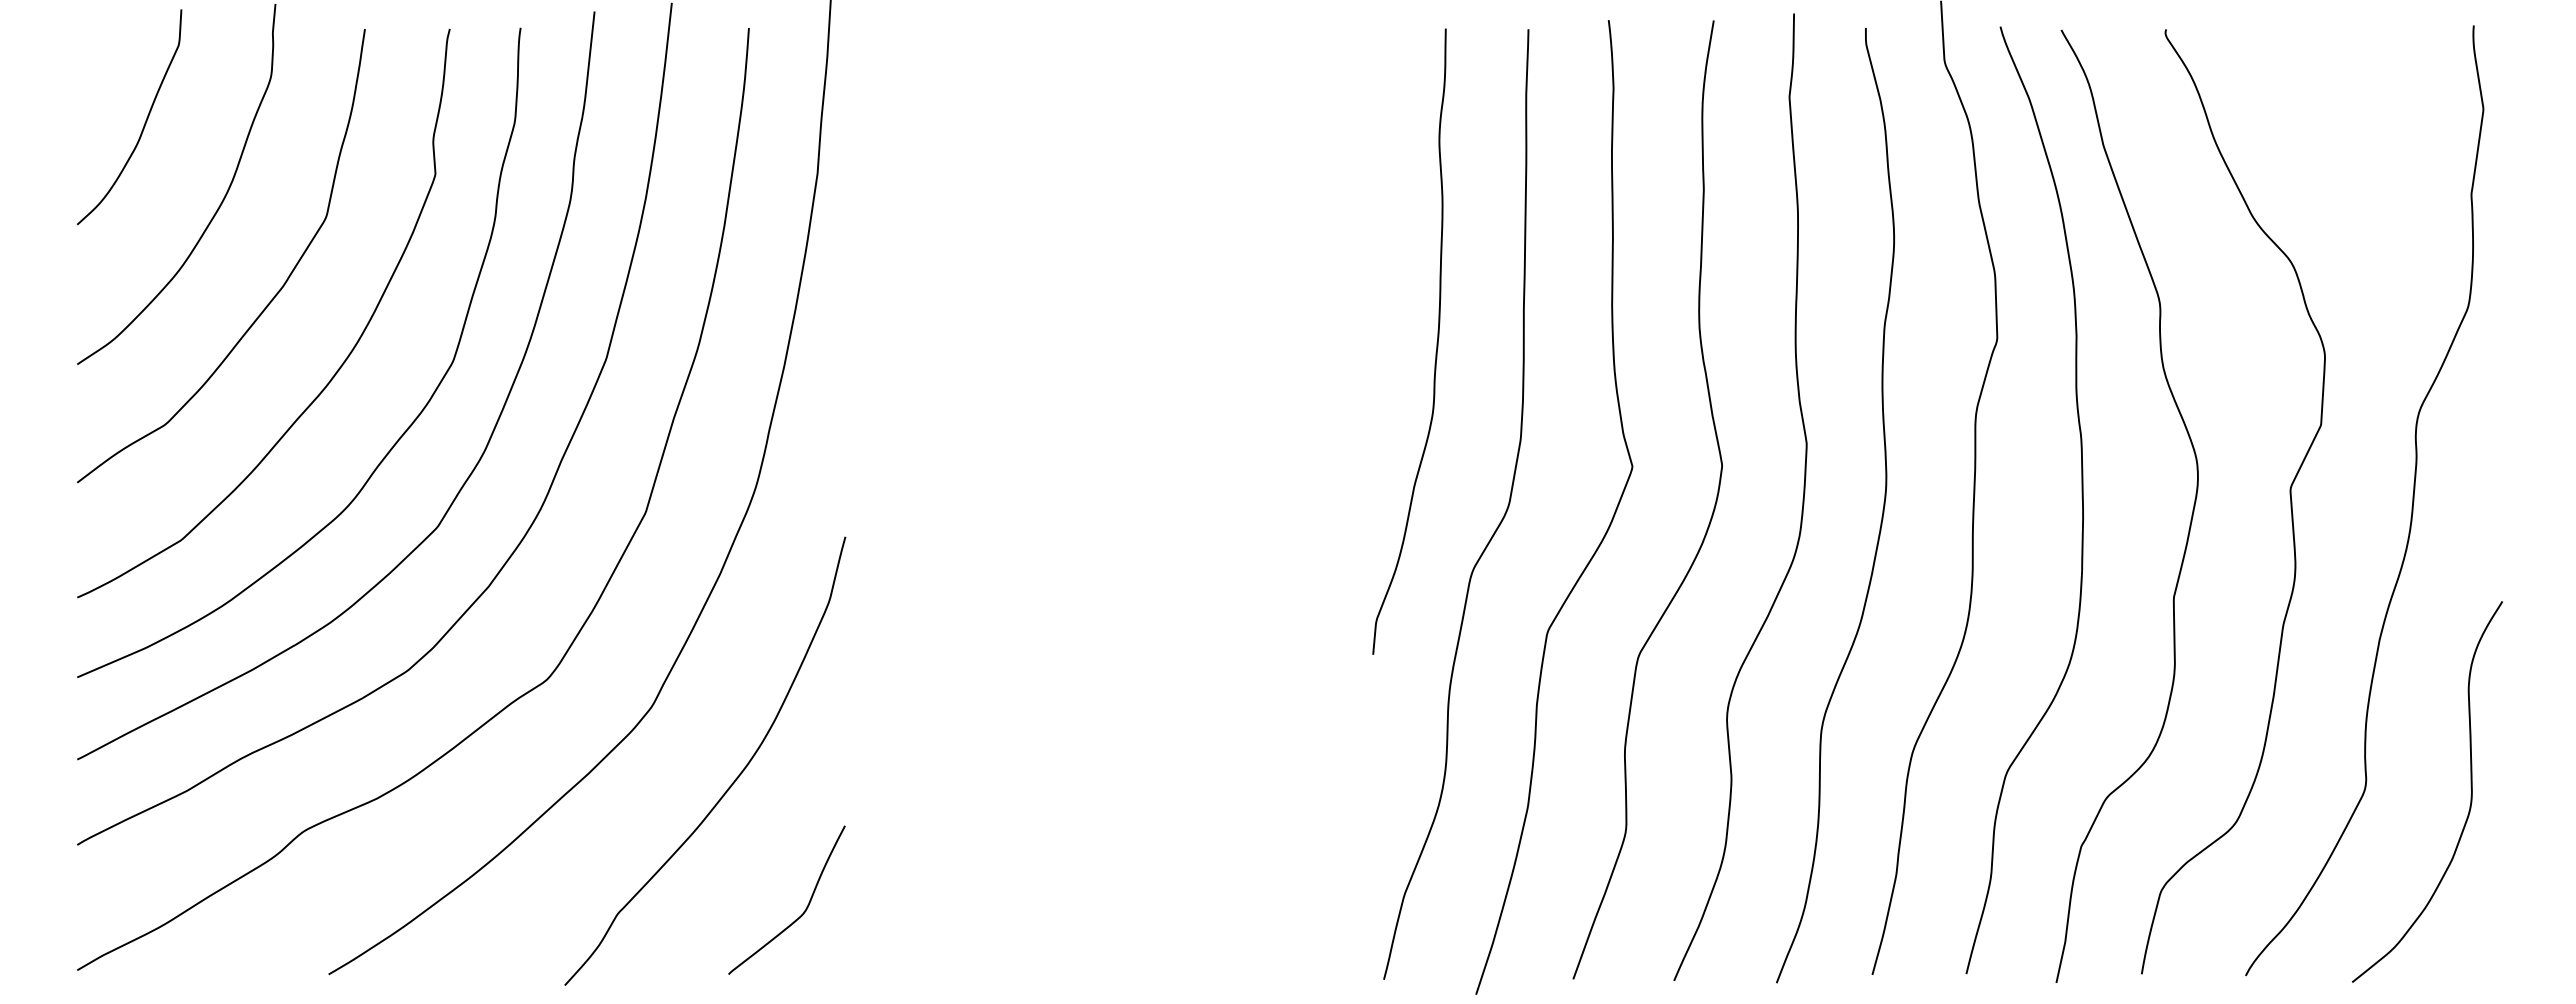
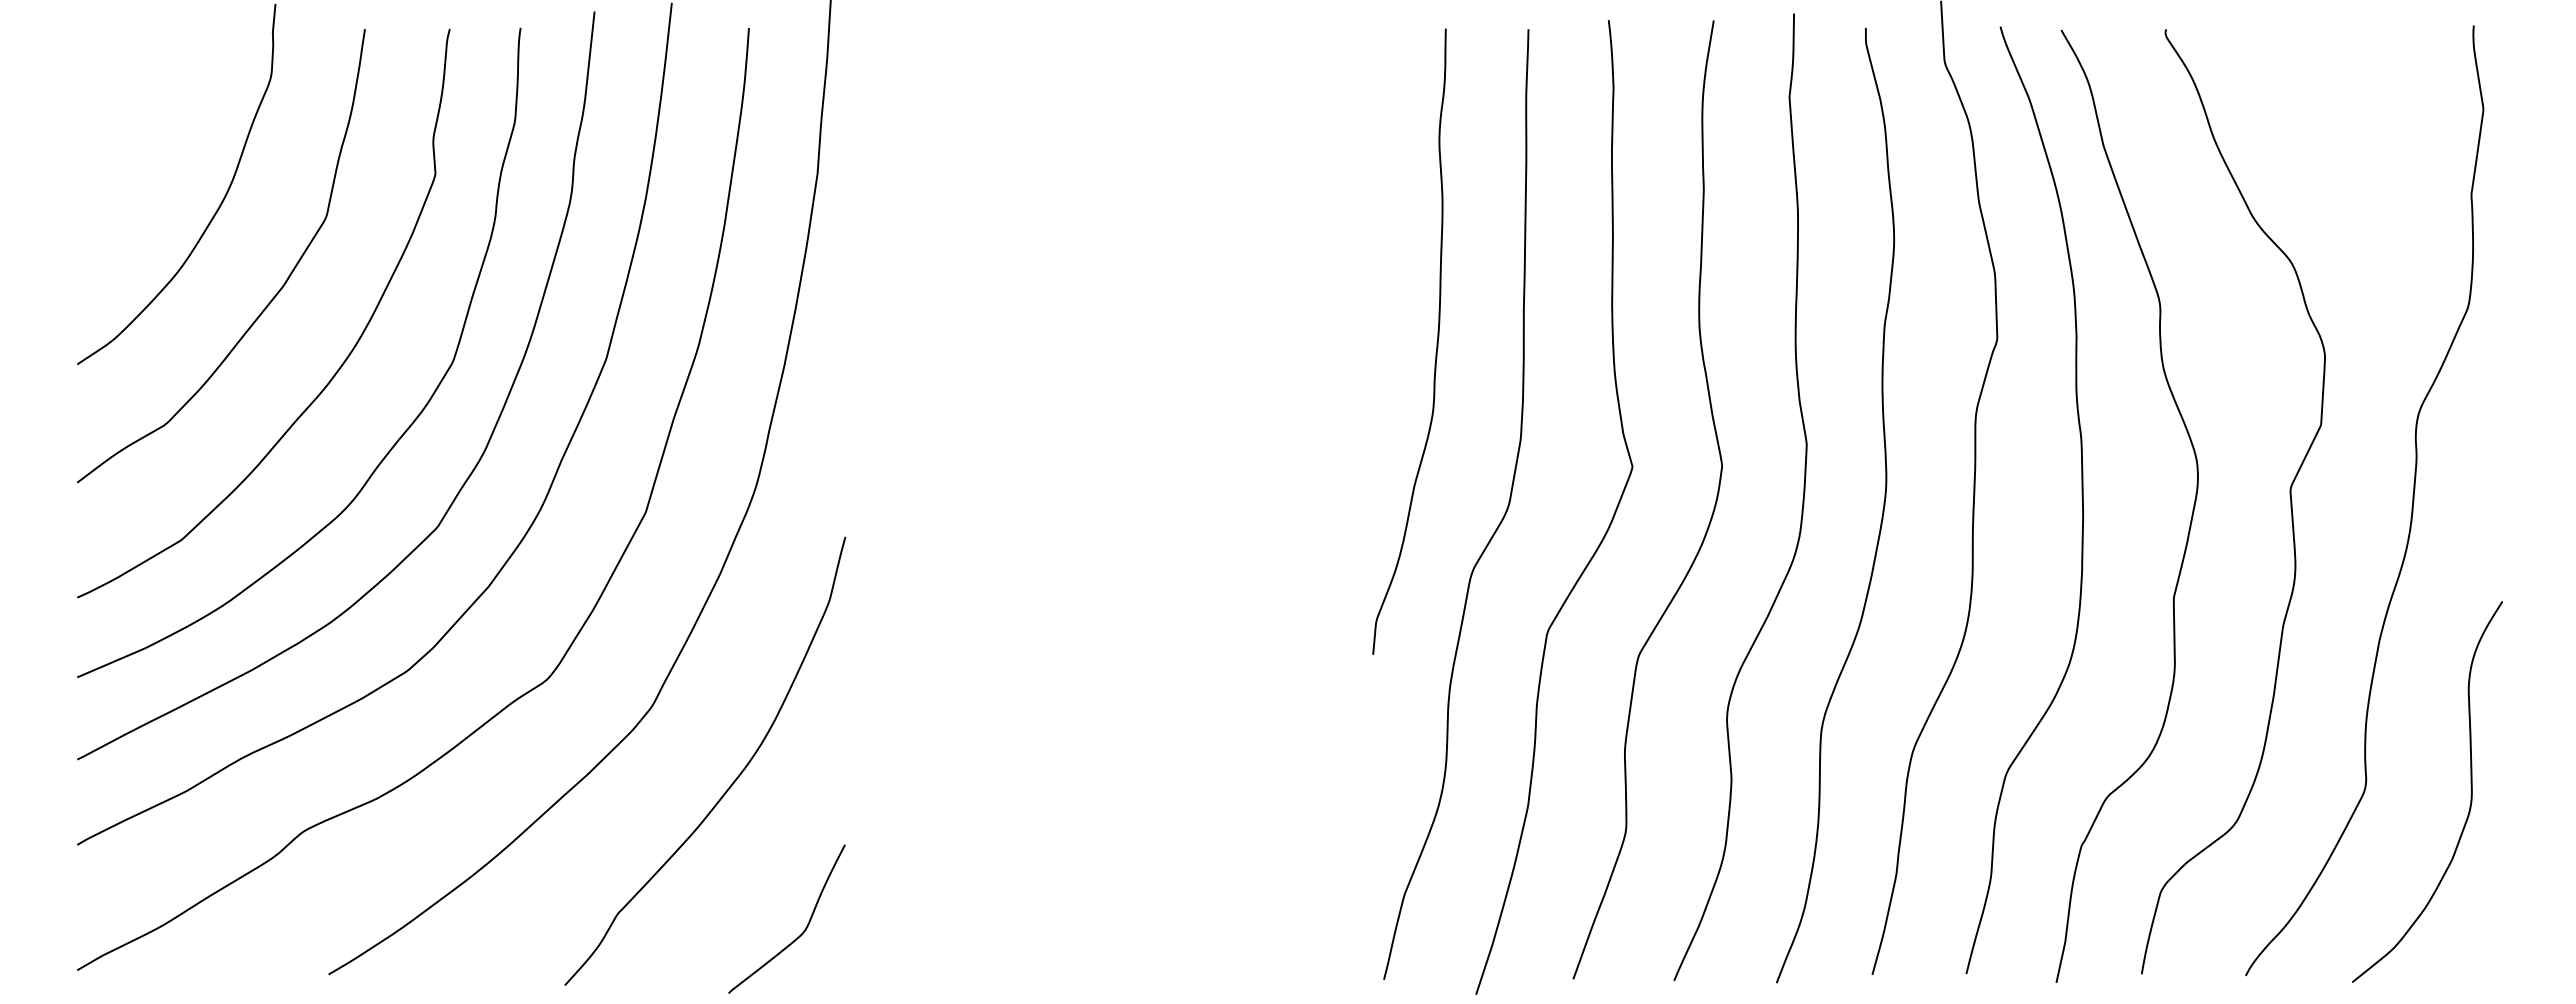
curve at (144, 122): present -> none
curve at (803, 911) position: (803, 911) -> (803, 930)
